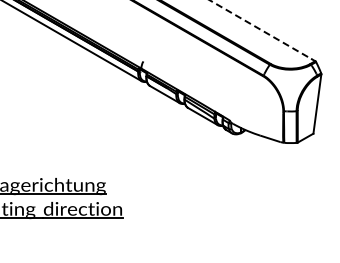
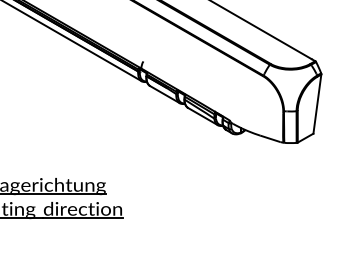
line at (260, 29): dashed -> solid
